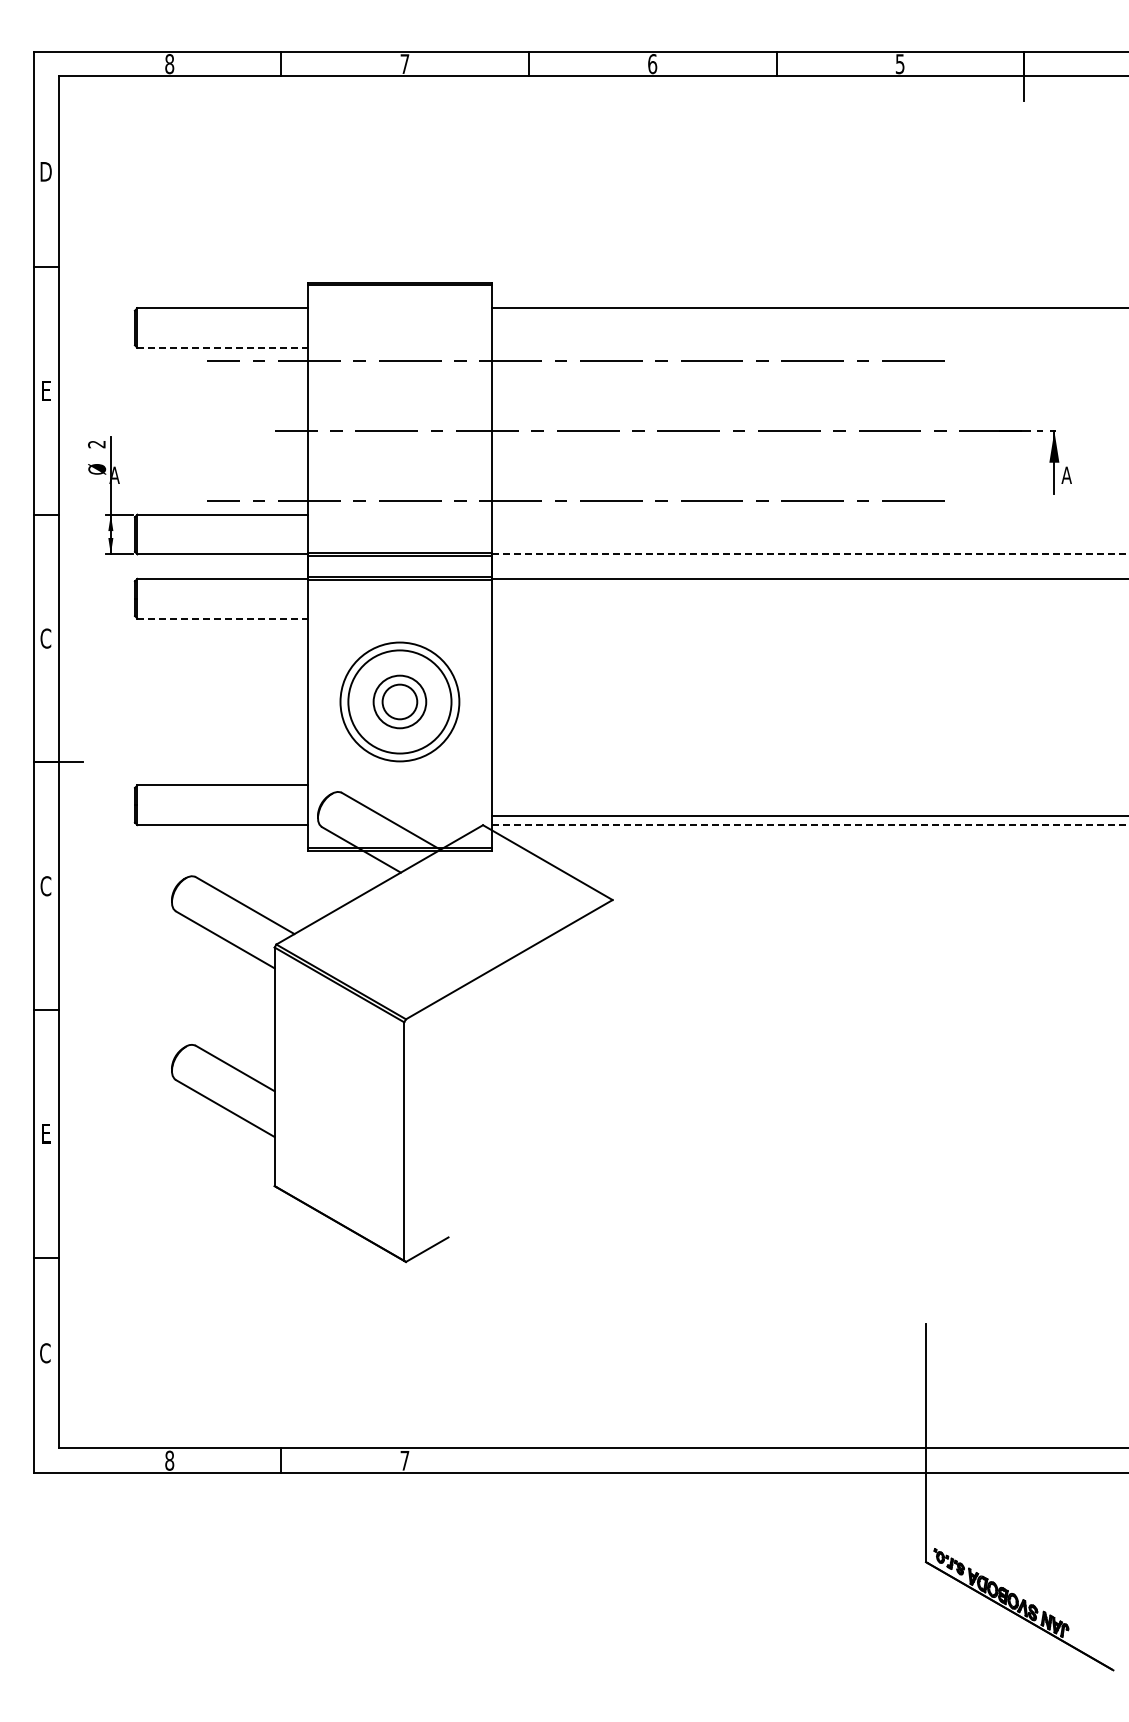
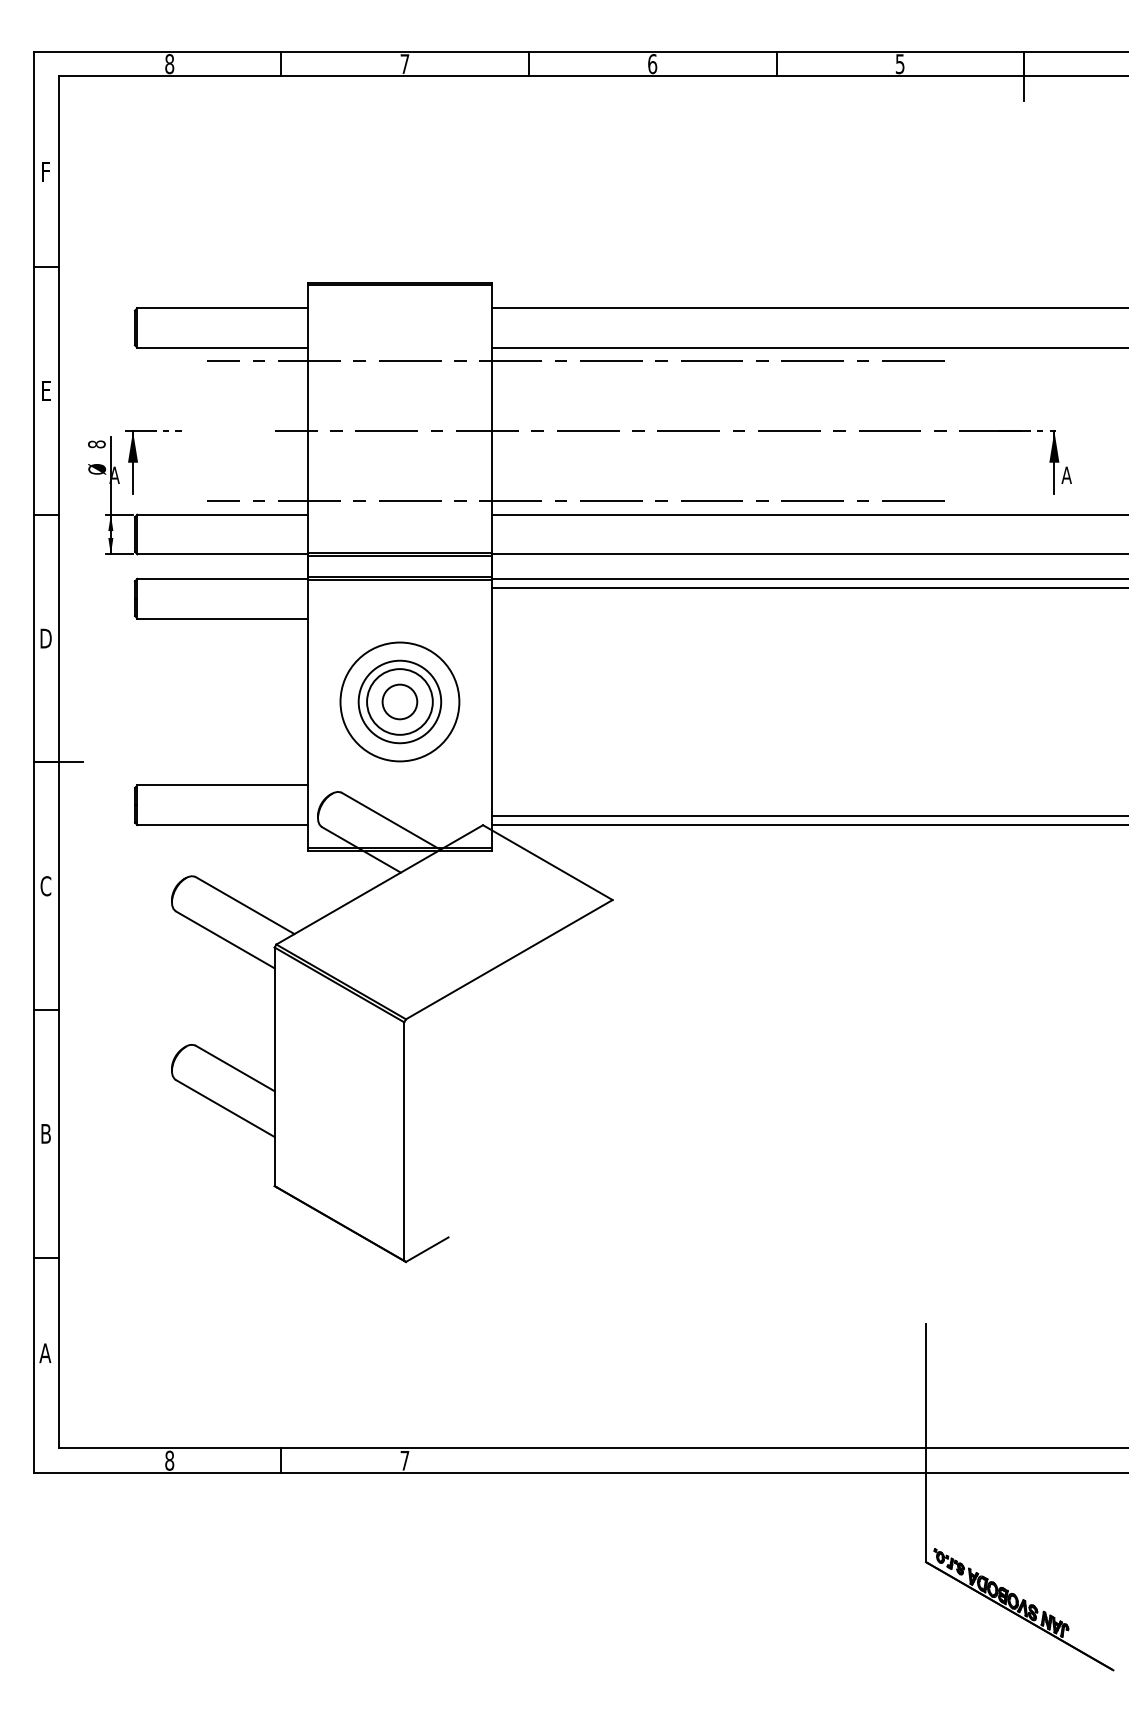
text at (45, 171): D -> F
line at (223, 347): dashed -> solid
line at (808, 347): none -> present
text at (96, 444): 2 -> 8
part at (137, 462): none -> present
line at (808, 514): none -> present
line at (810, 554): dashed -> solid
line at (808, 588): none -> present
line at (223, 618): dashed -> solid
text at (45, 638): C -> D
circle at (399, 701) diameter: 103 px -> 83 px
circle at (399, 701) diameter: 53 px -> 66 px
line at (810, 825): dashed -> solid
text at (45, 1133): E -> B
text at (45, 1353): C -> A
